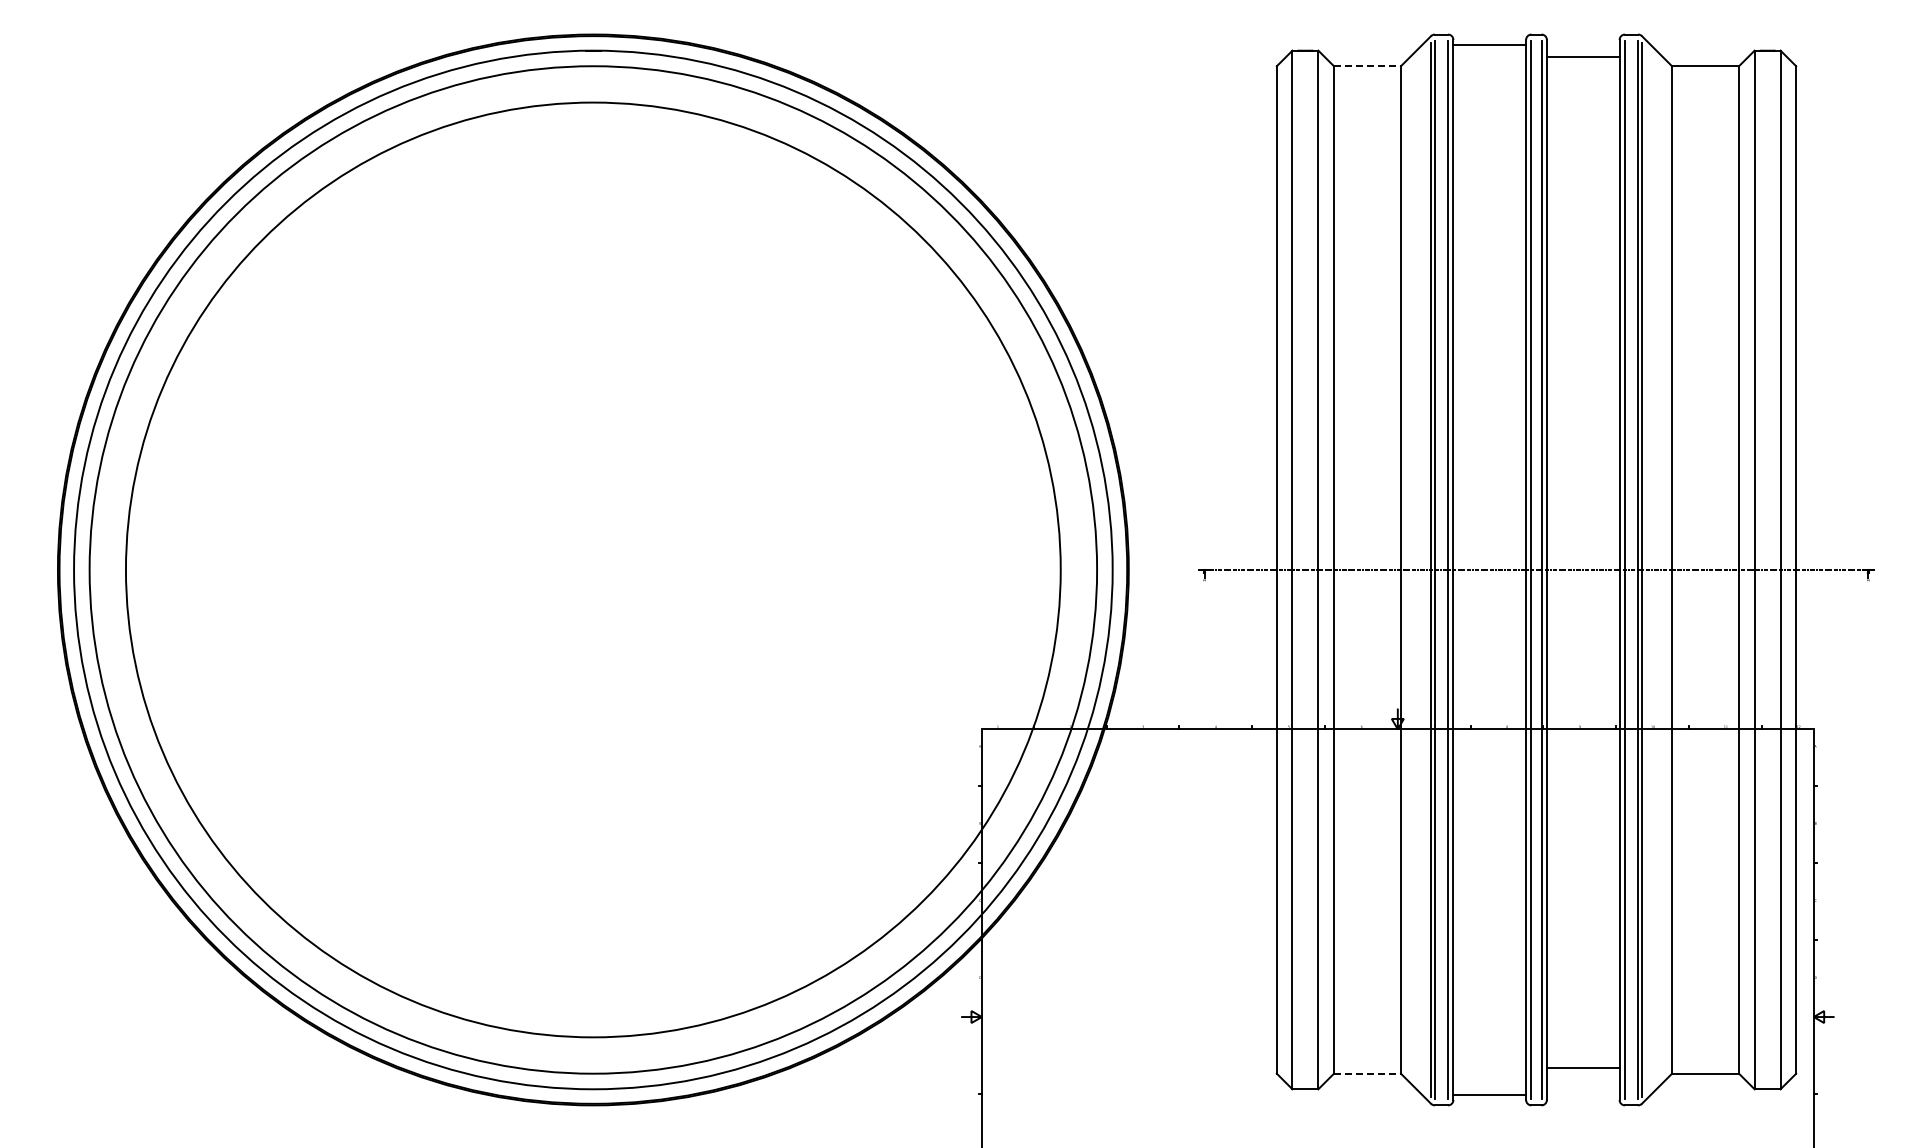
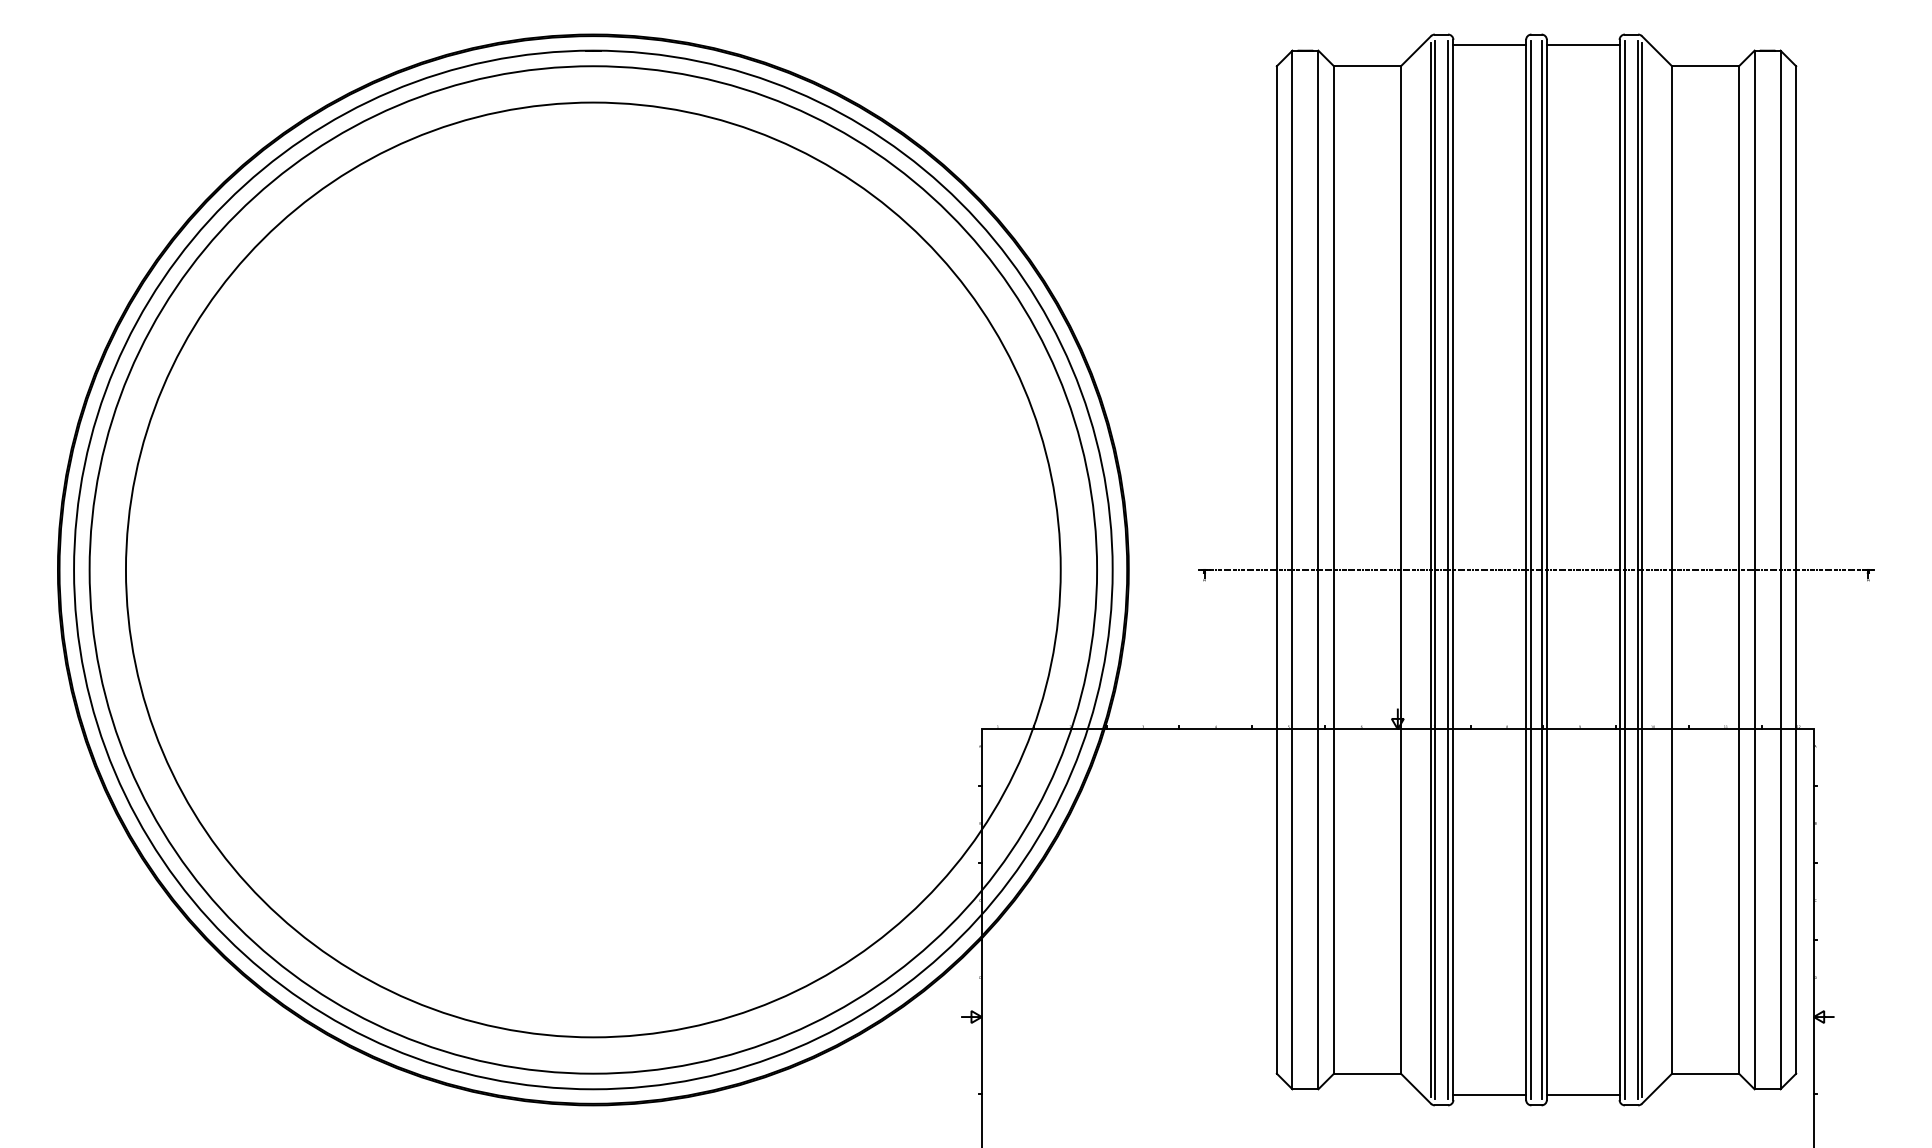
line at (1582, 57) position: (1582, 57) -> (1582, 45)
line at (1367, 66): dashed -> solid
line at (1582, 1067) position: (1582, 1067) -> (1582, 1094)
line at (1367, 1073): dashed -> solid
